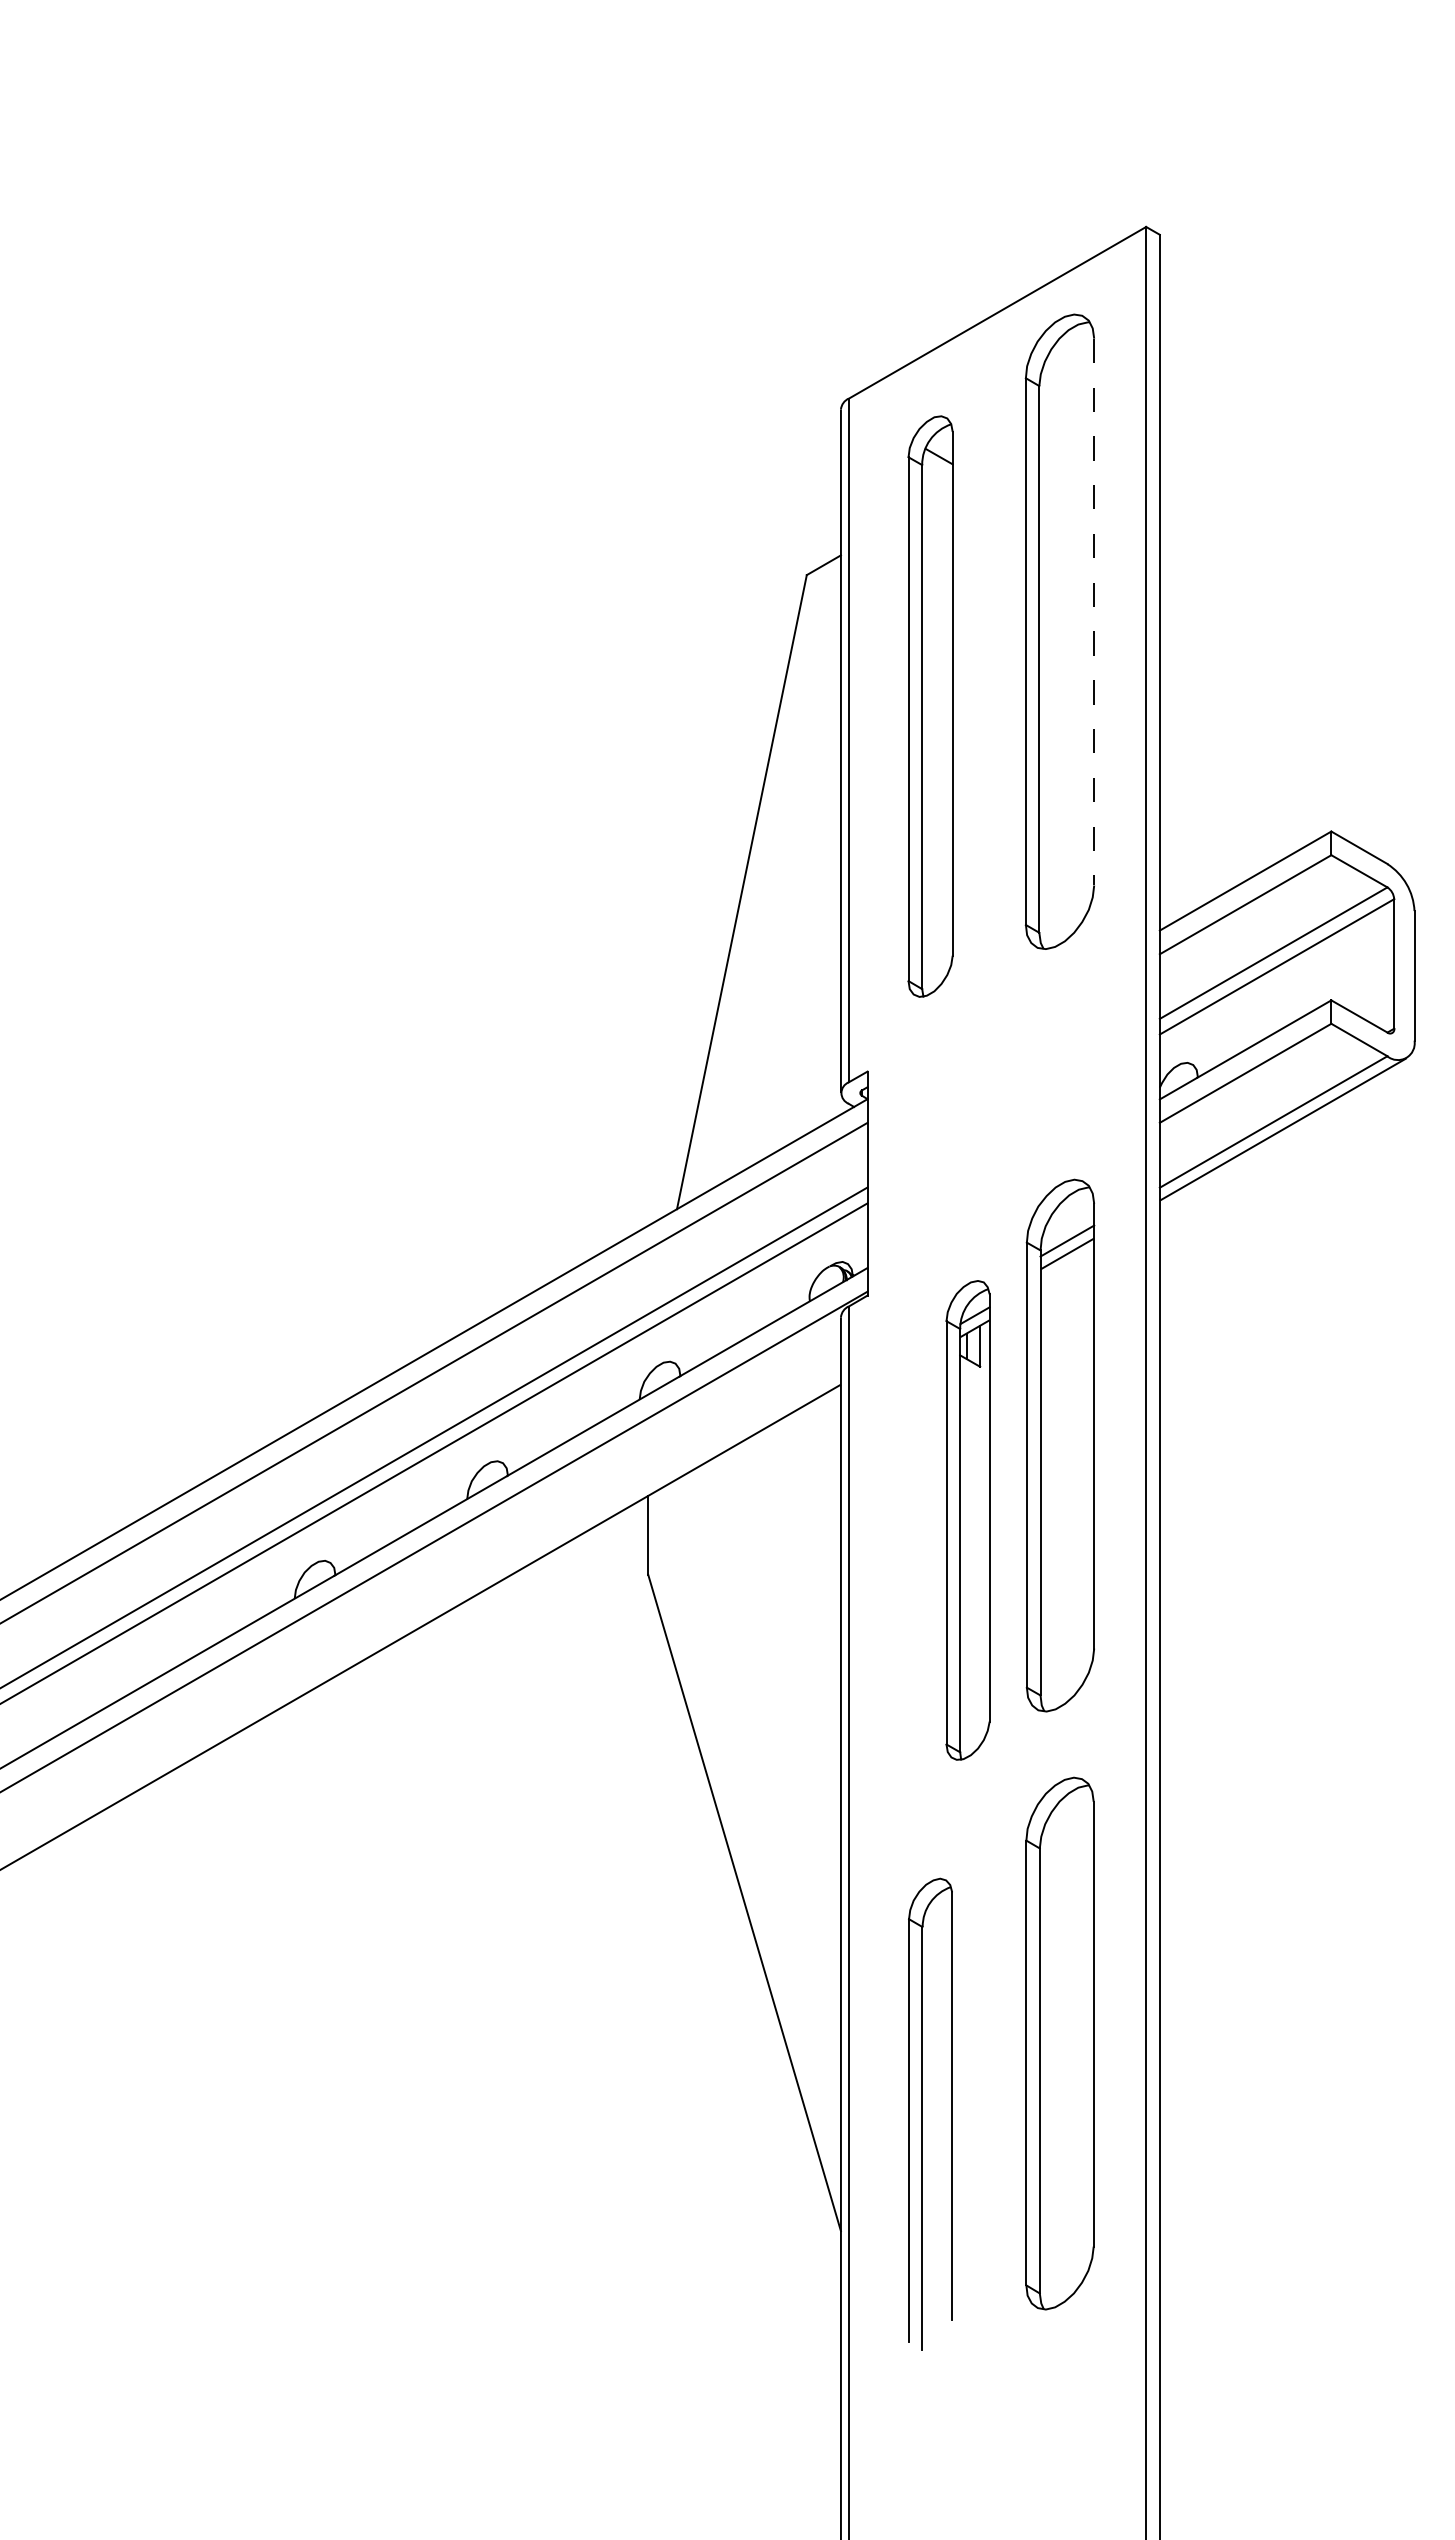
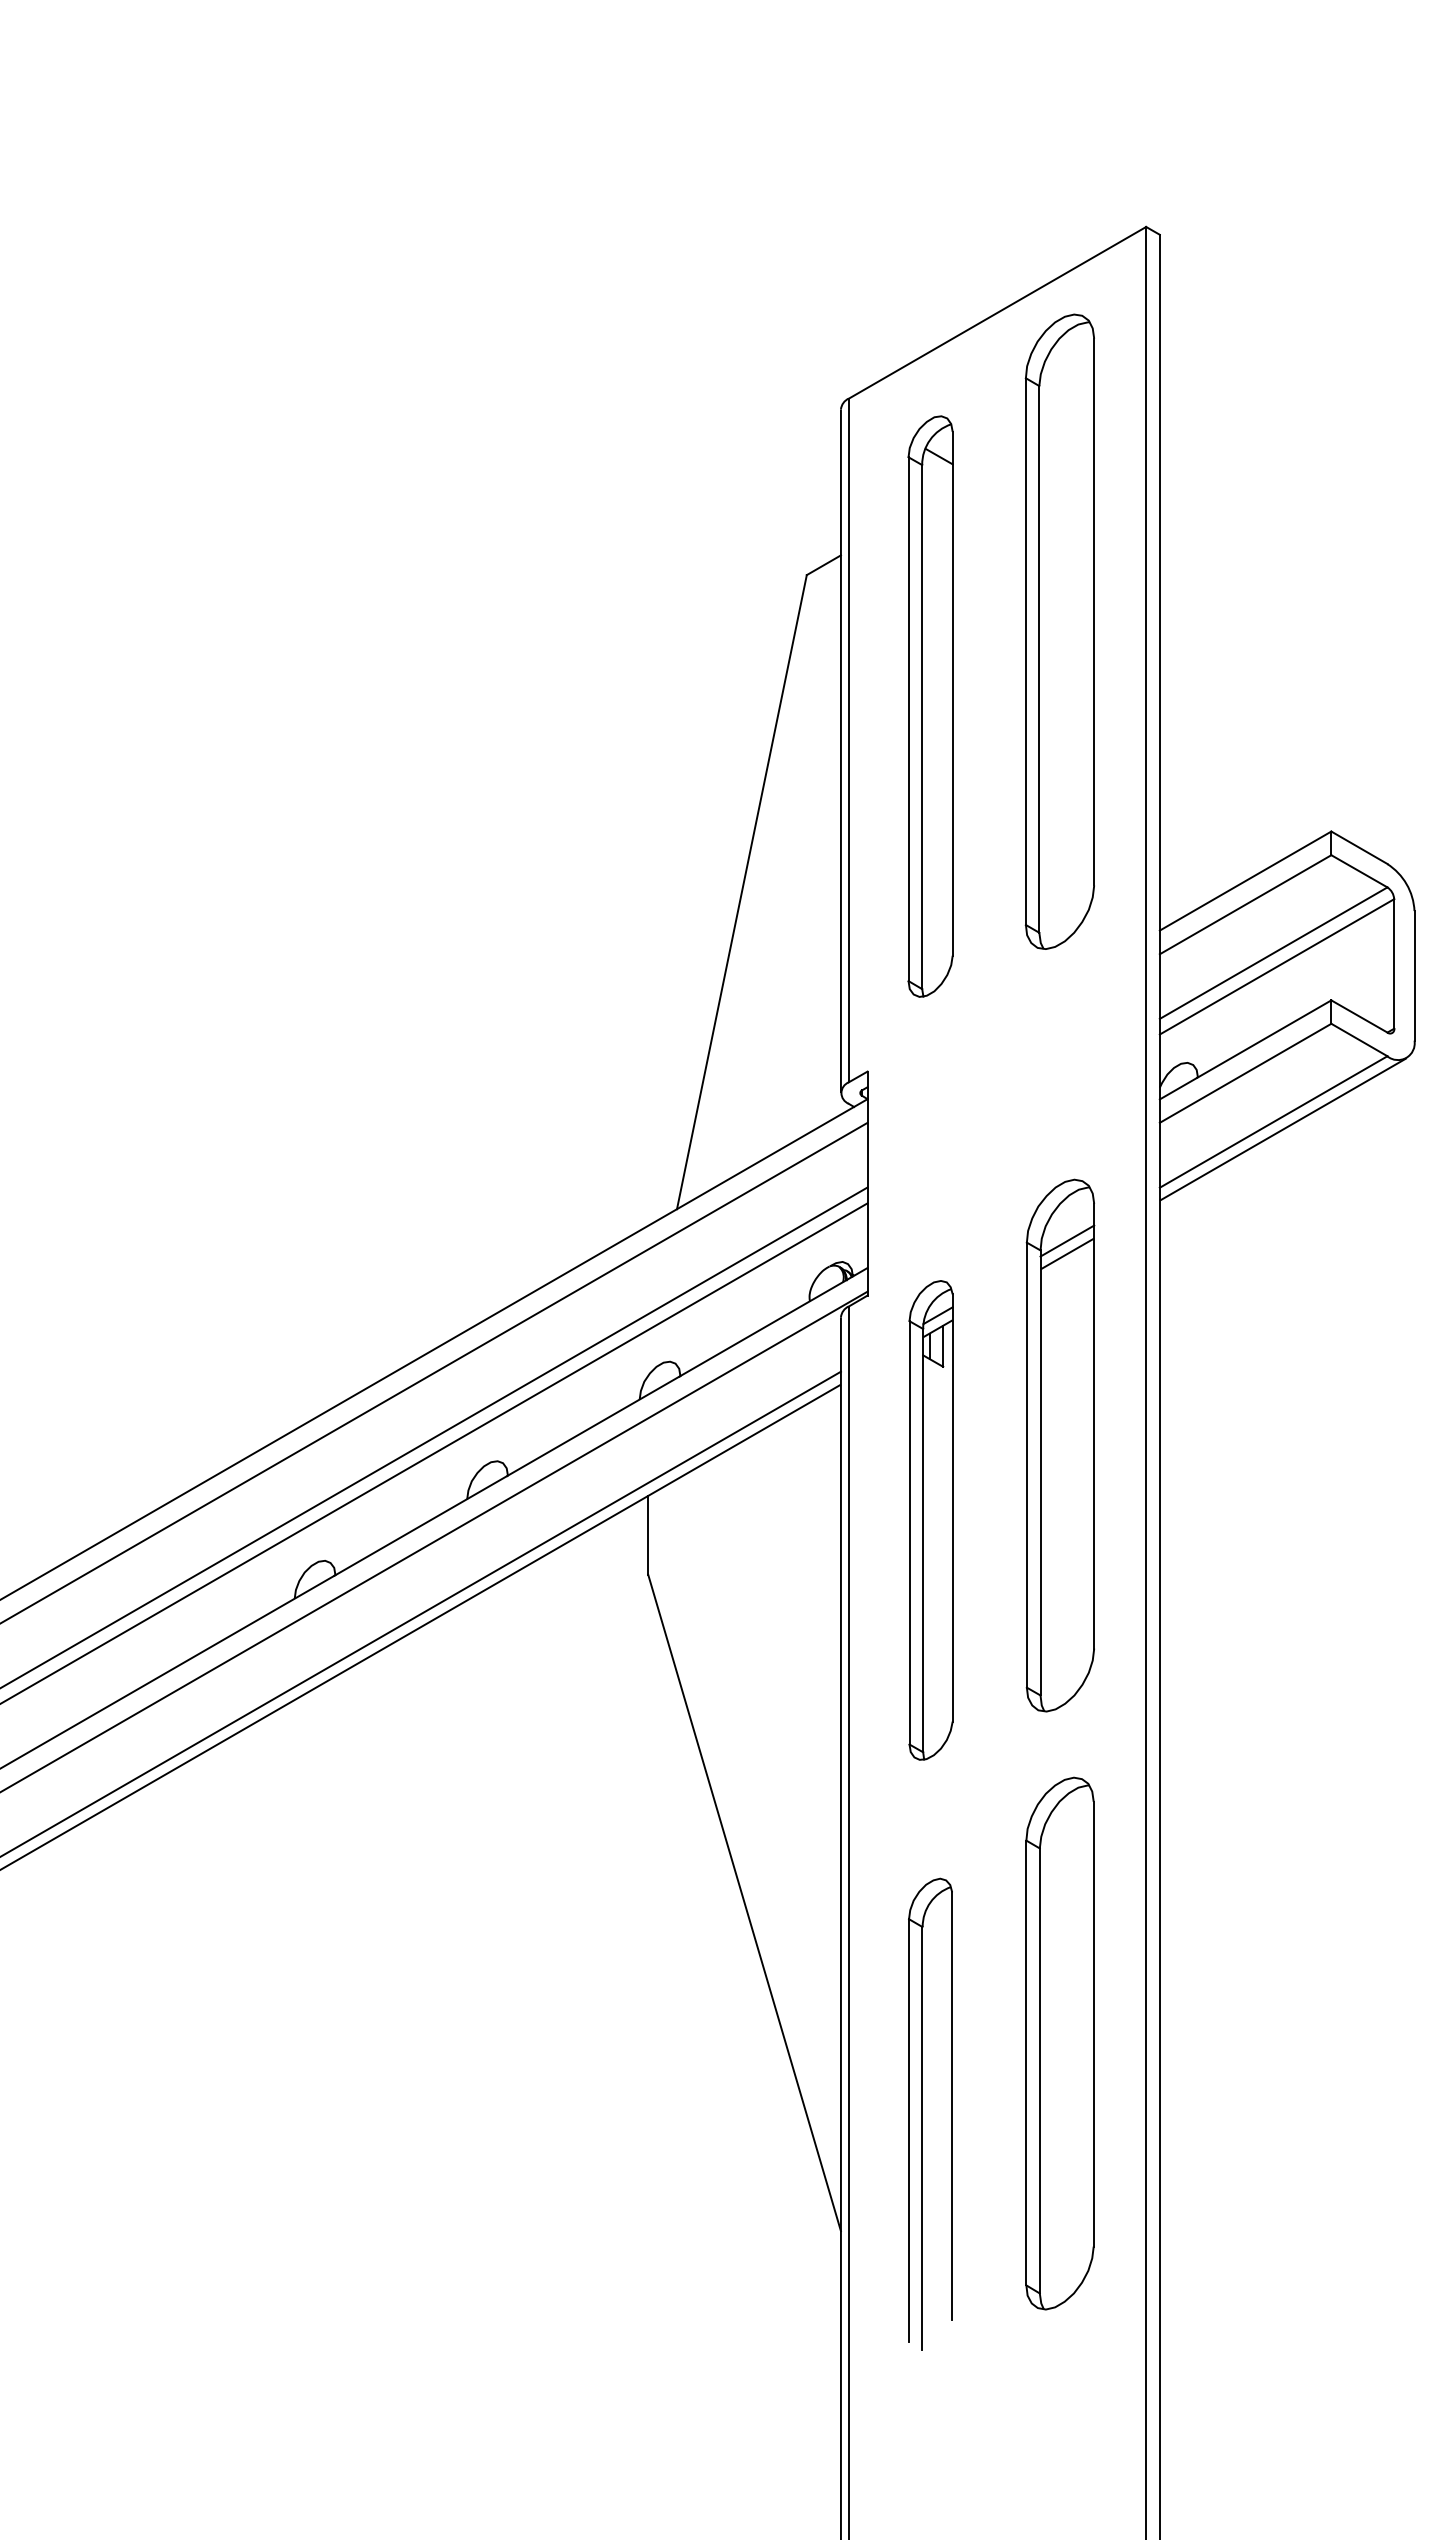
line at (1094, 612): dashed -> solid
part at (967, 1520) position: (967, 1520) -> (930, 1520)
line at (421, 1613): none -> present
